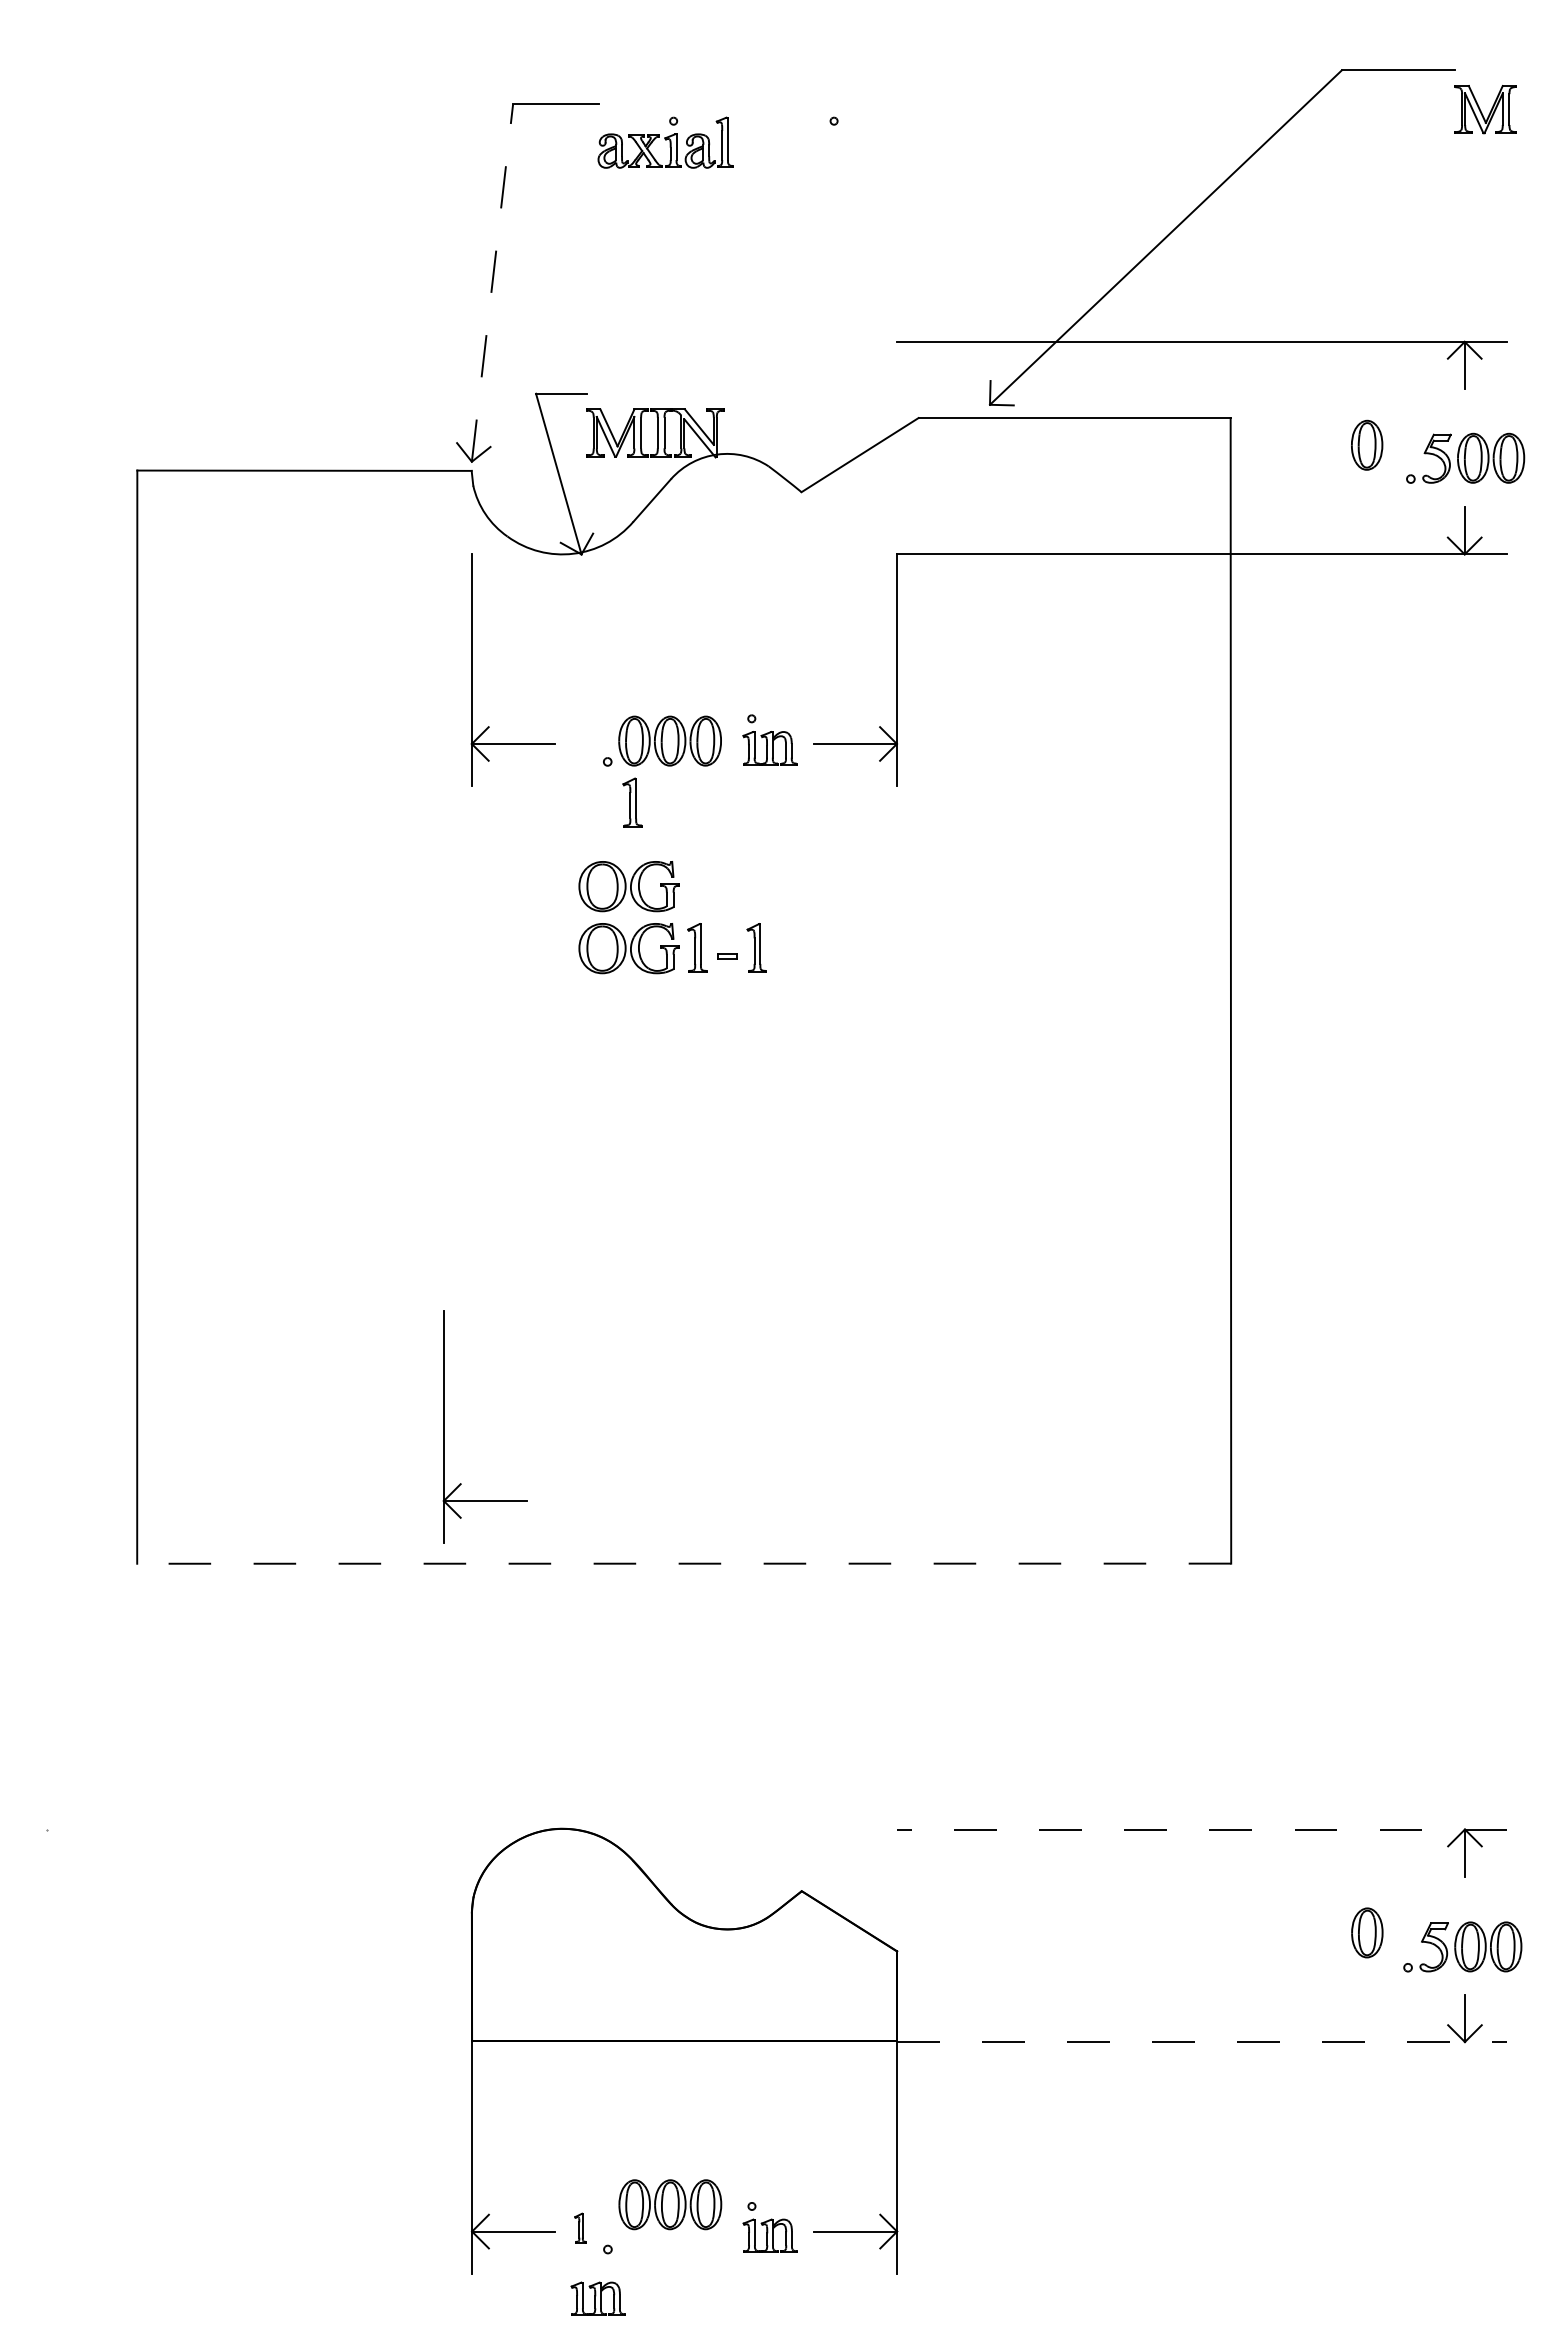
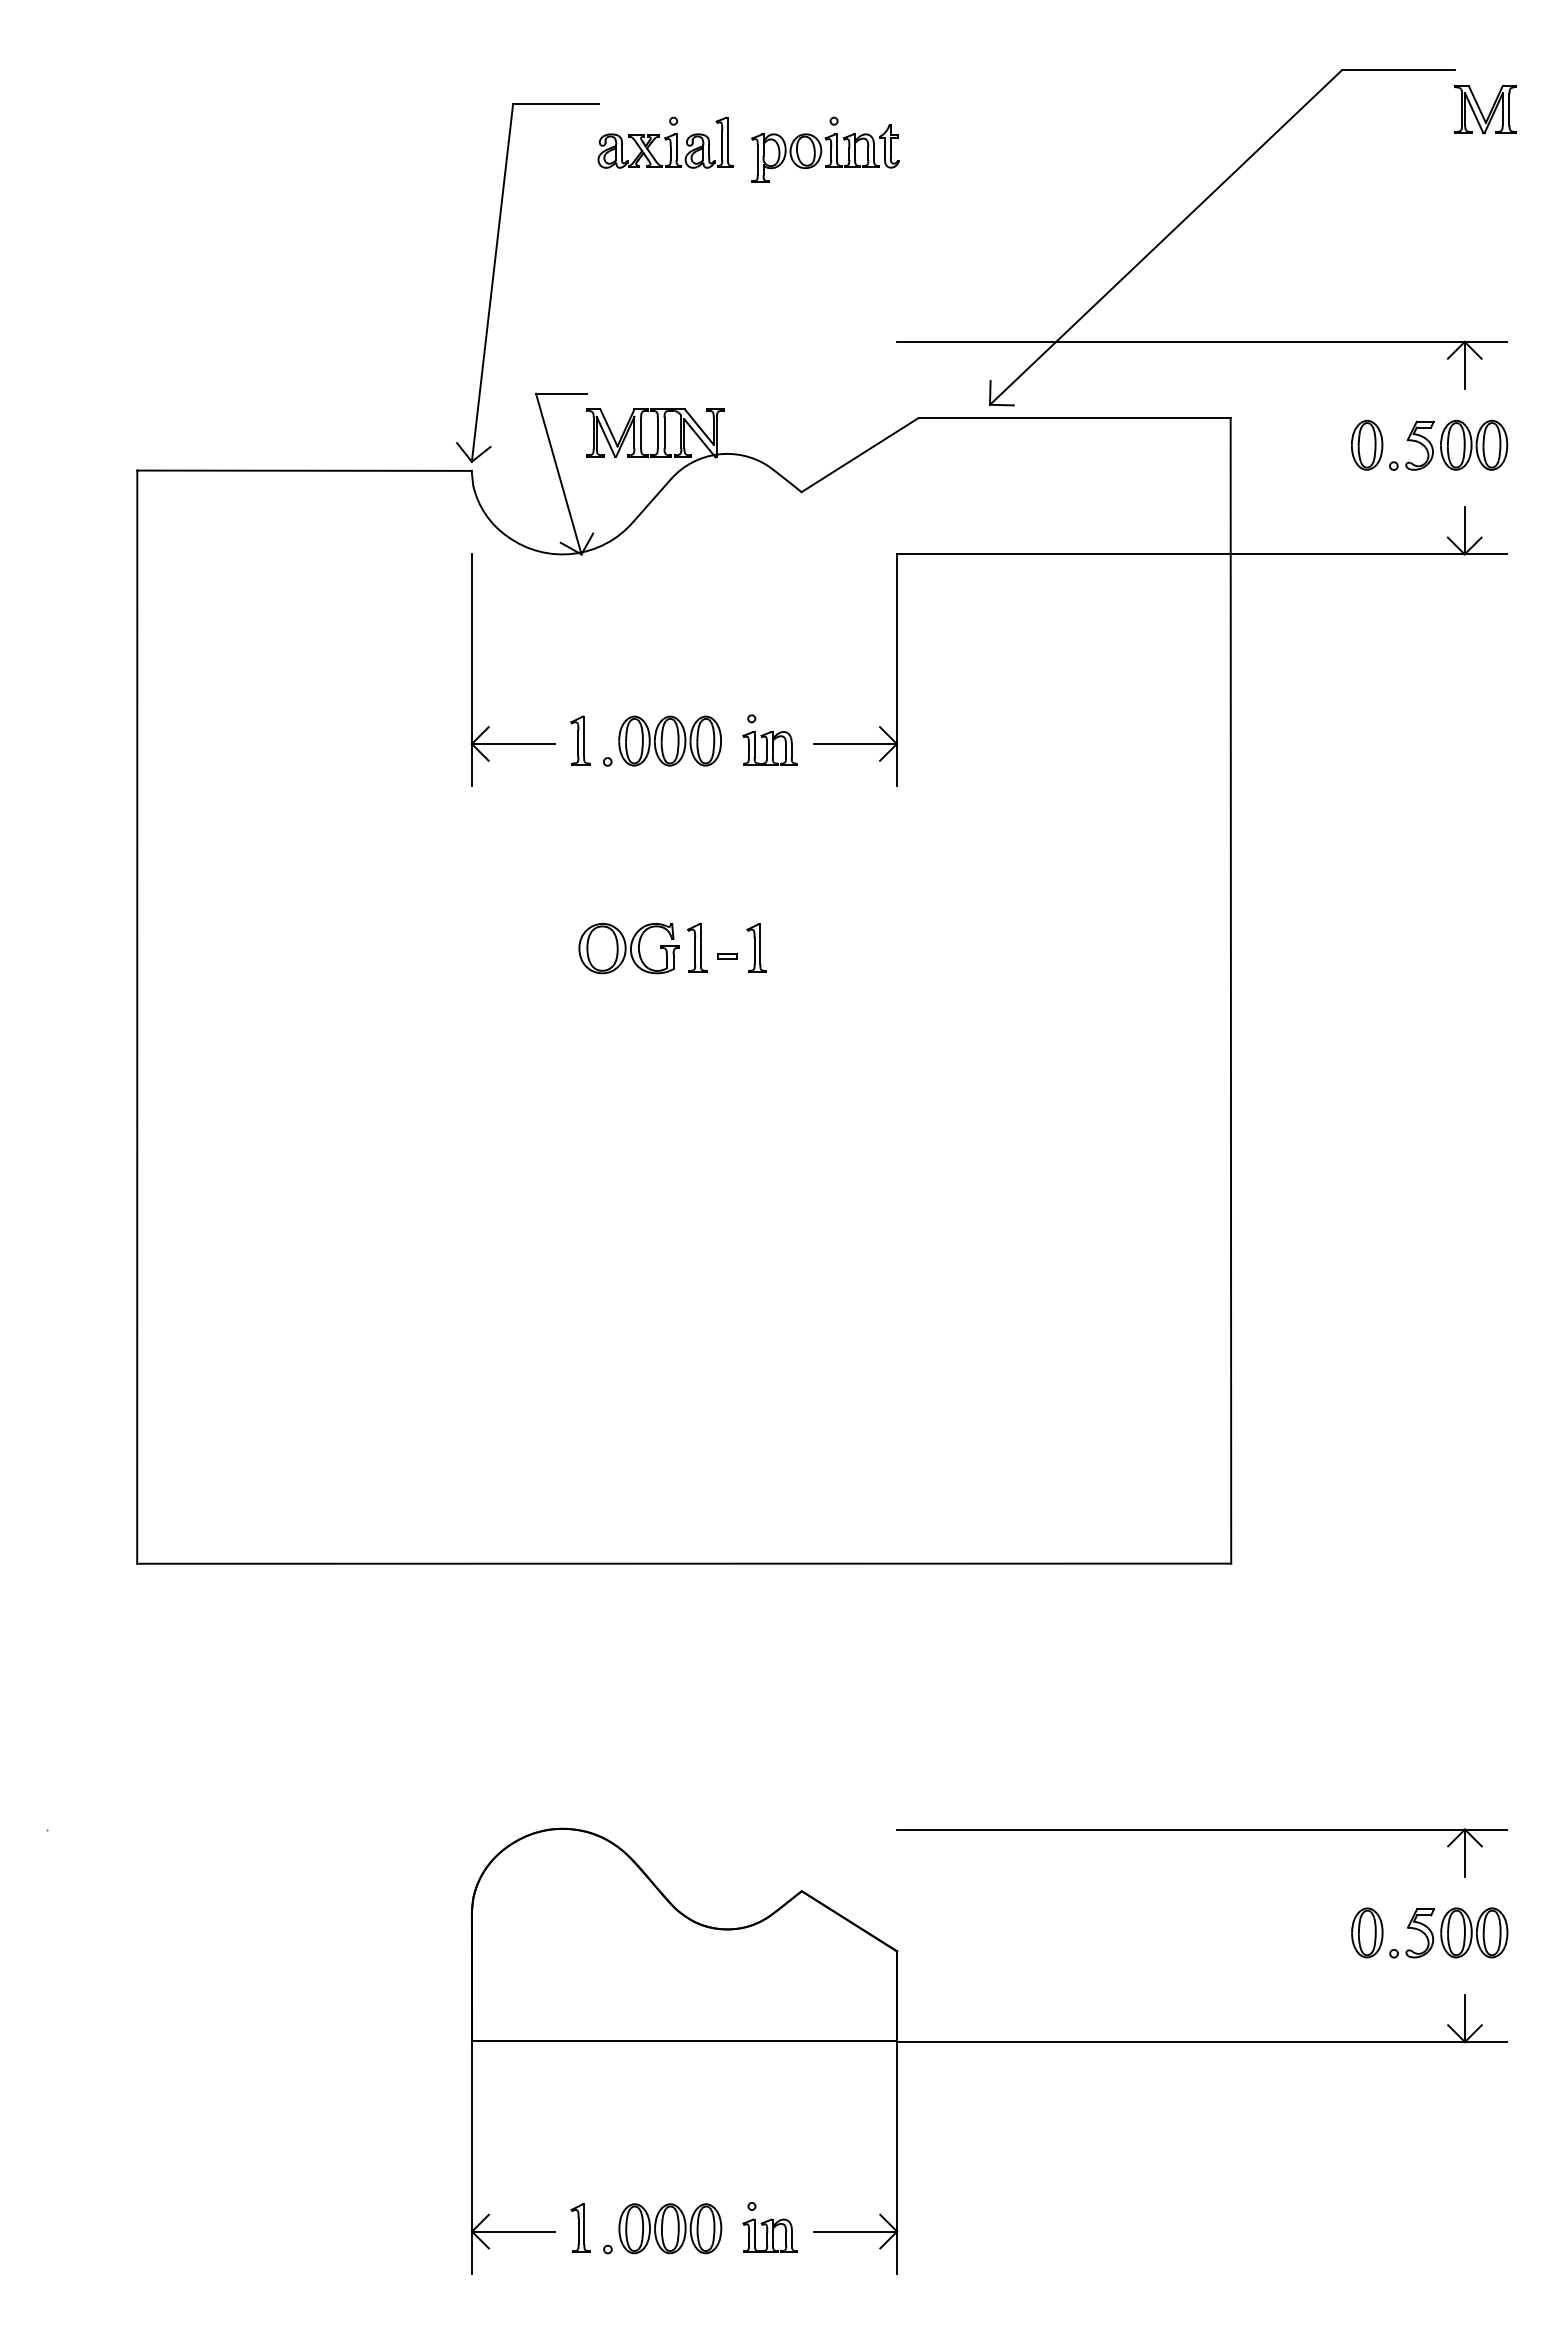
part at (825, 153): none -> present
line at (492, 283): dashed -> solid
part at (1465, 457) position: (1465, 457) -> (1448, 444)
part at (632, 802) position: (632, 802) -> (580, 740)
part at (628, 886): present -> none
part at (444, 1426): present -> none
line at (684, 1563): dashed -> solid
line at (1202, 1829): dashed -> solid
part at (1462, 1946) position: (1462, 1946) -> (1448, 1932)
line at (1202, 2042): dashed -> solid
part at (670, 2204) position: (670, 2204) -> (670, 2228)
part at (580, 2227) size: 13x32 px -> 21x50 px
part at (597, 2298): present -> none
